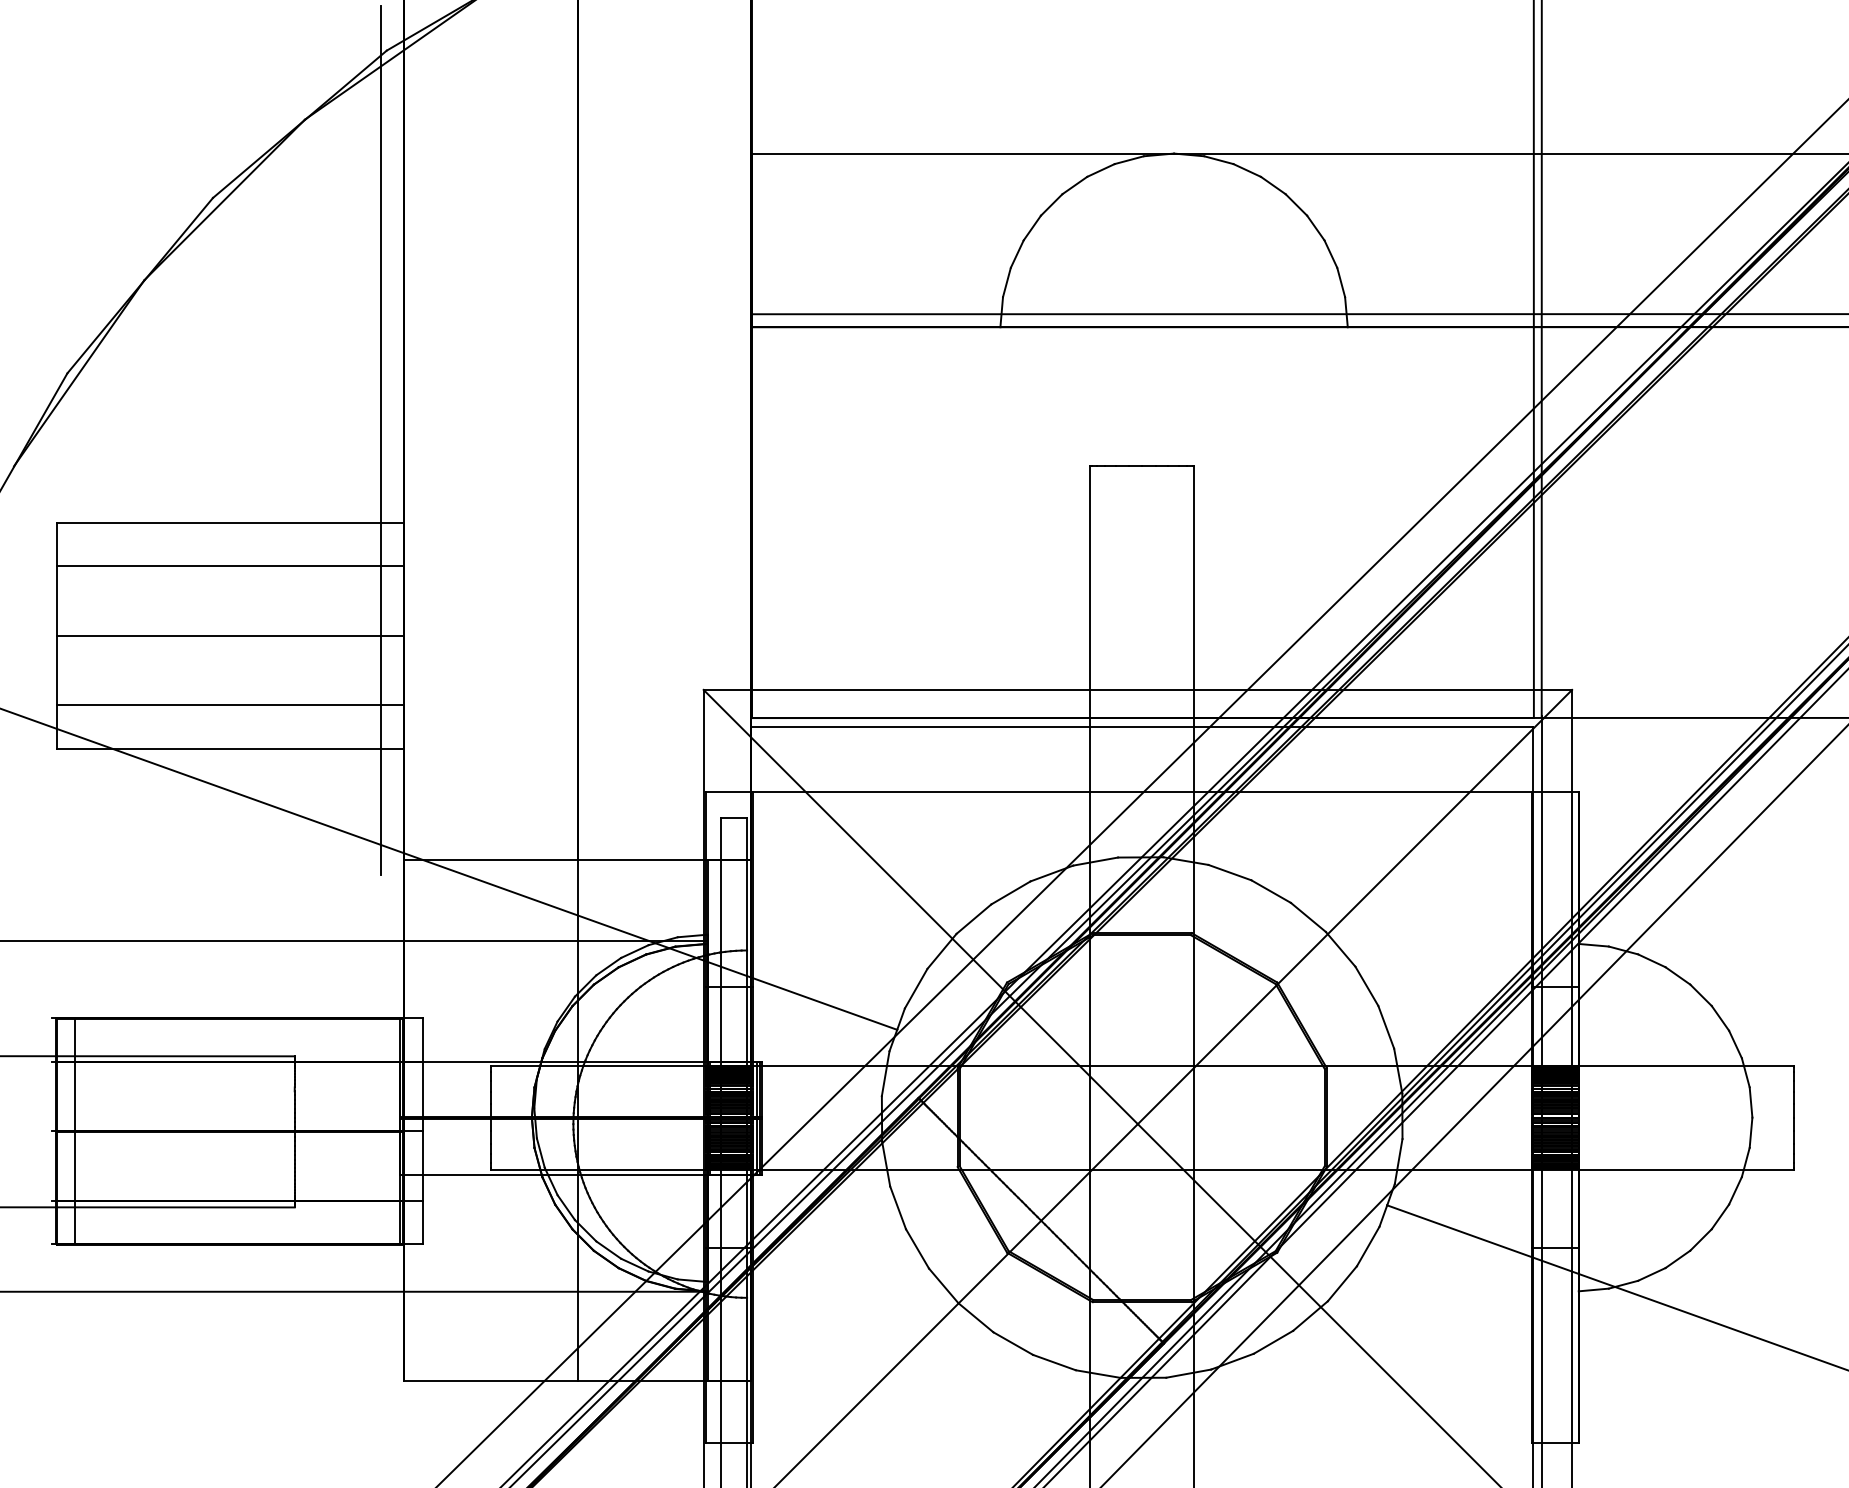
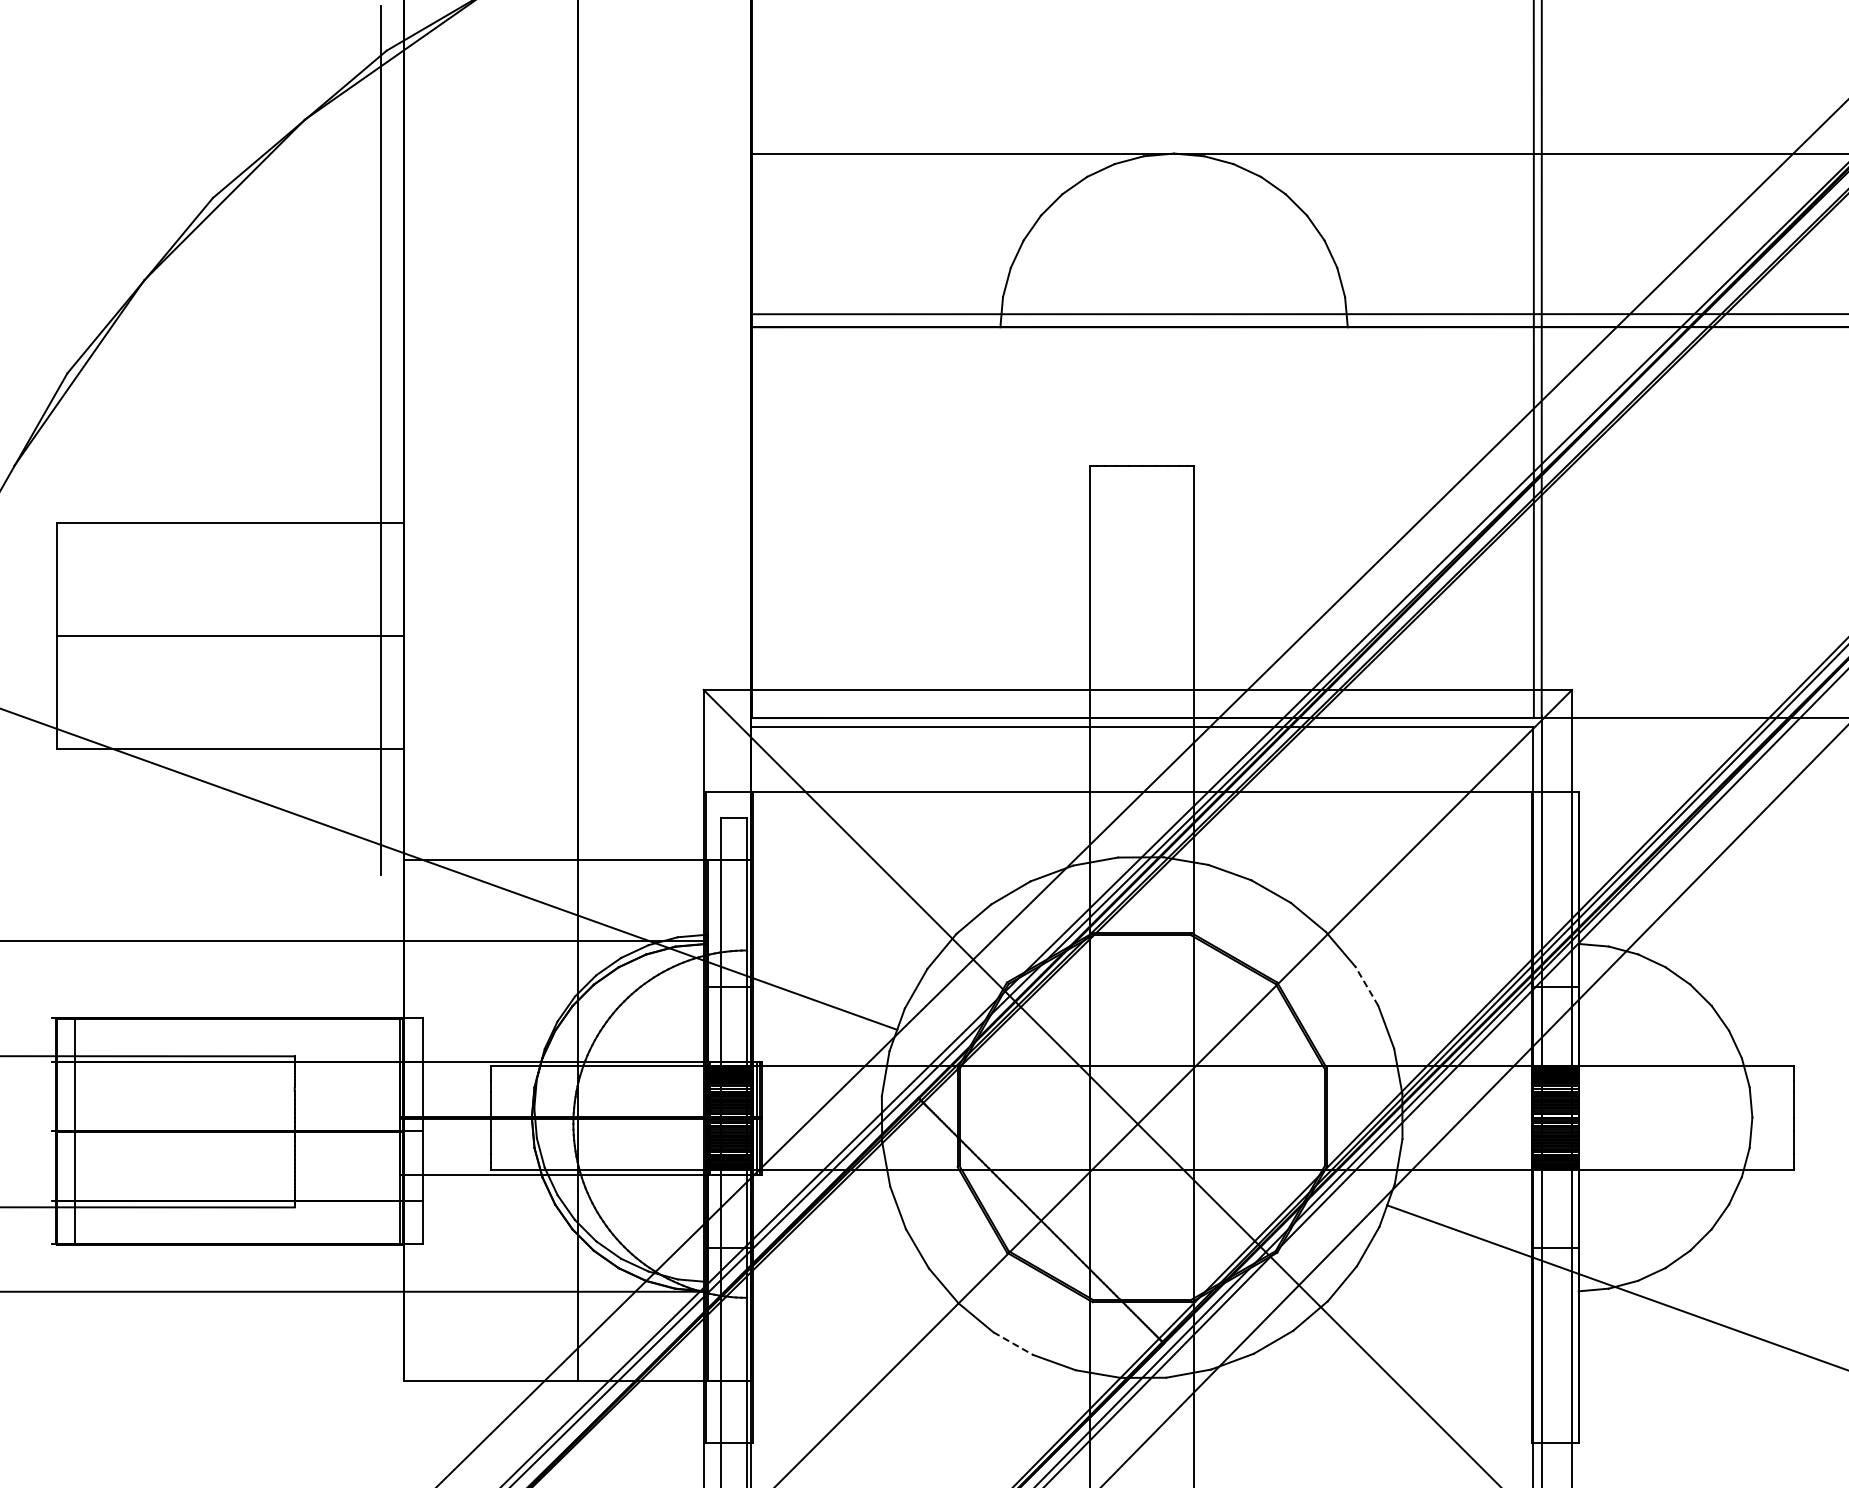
line at (230, 566): present -> none
line at (230, 705): present -> none
line at (1366, 986): solid -> dashed
line at (1013, 1343): solid -> dashed
